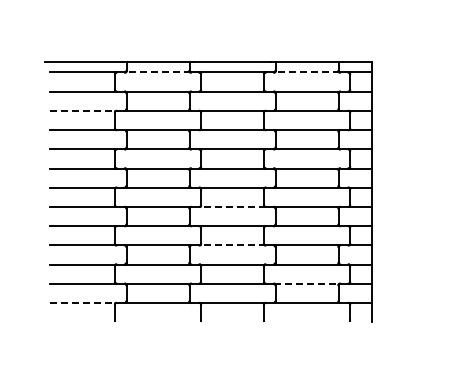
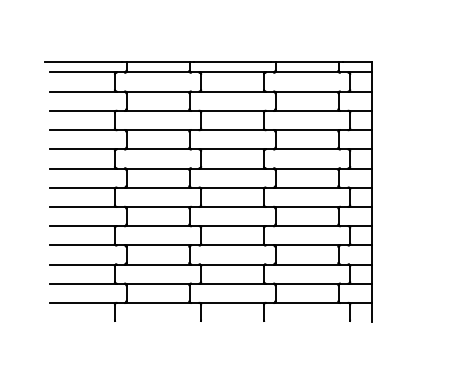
line at (157, 72): dashed -> solid
line at (306, 72): dashed -> solid
line at (83, 110): dashed -> solid
line at (232, 206): dashed -> solid
line at (232, 245): dashed -> solid
line at (307, 283): dashed -> solid
line at (83, 302): dashed -> solid
